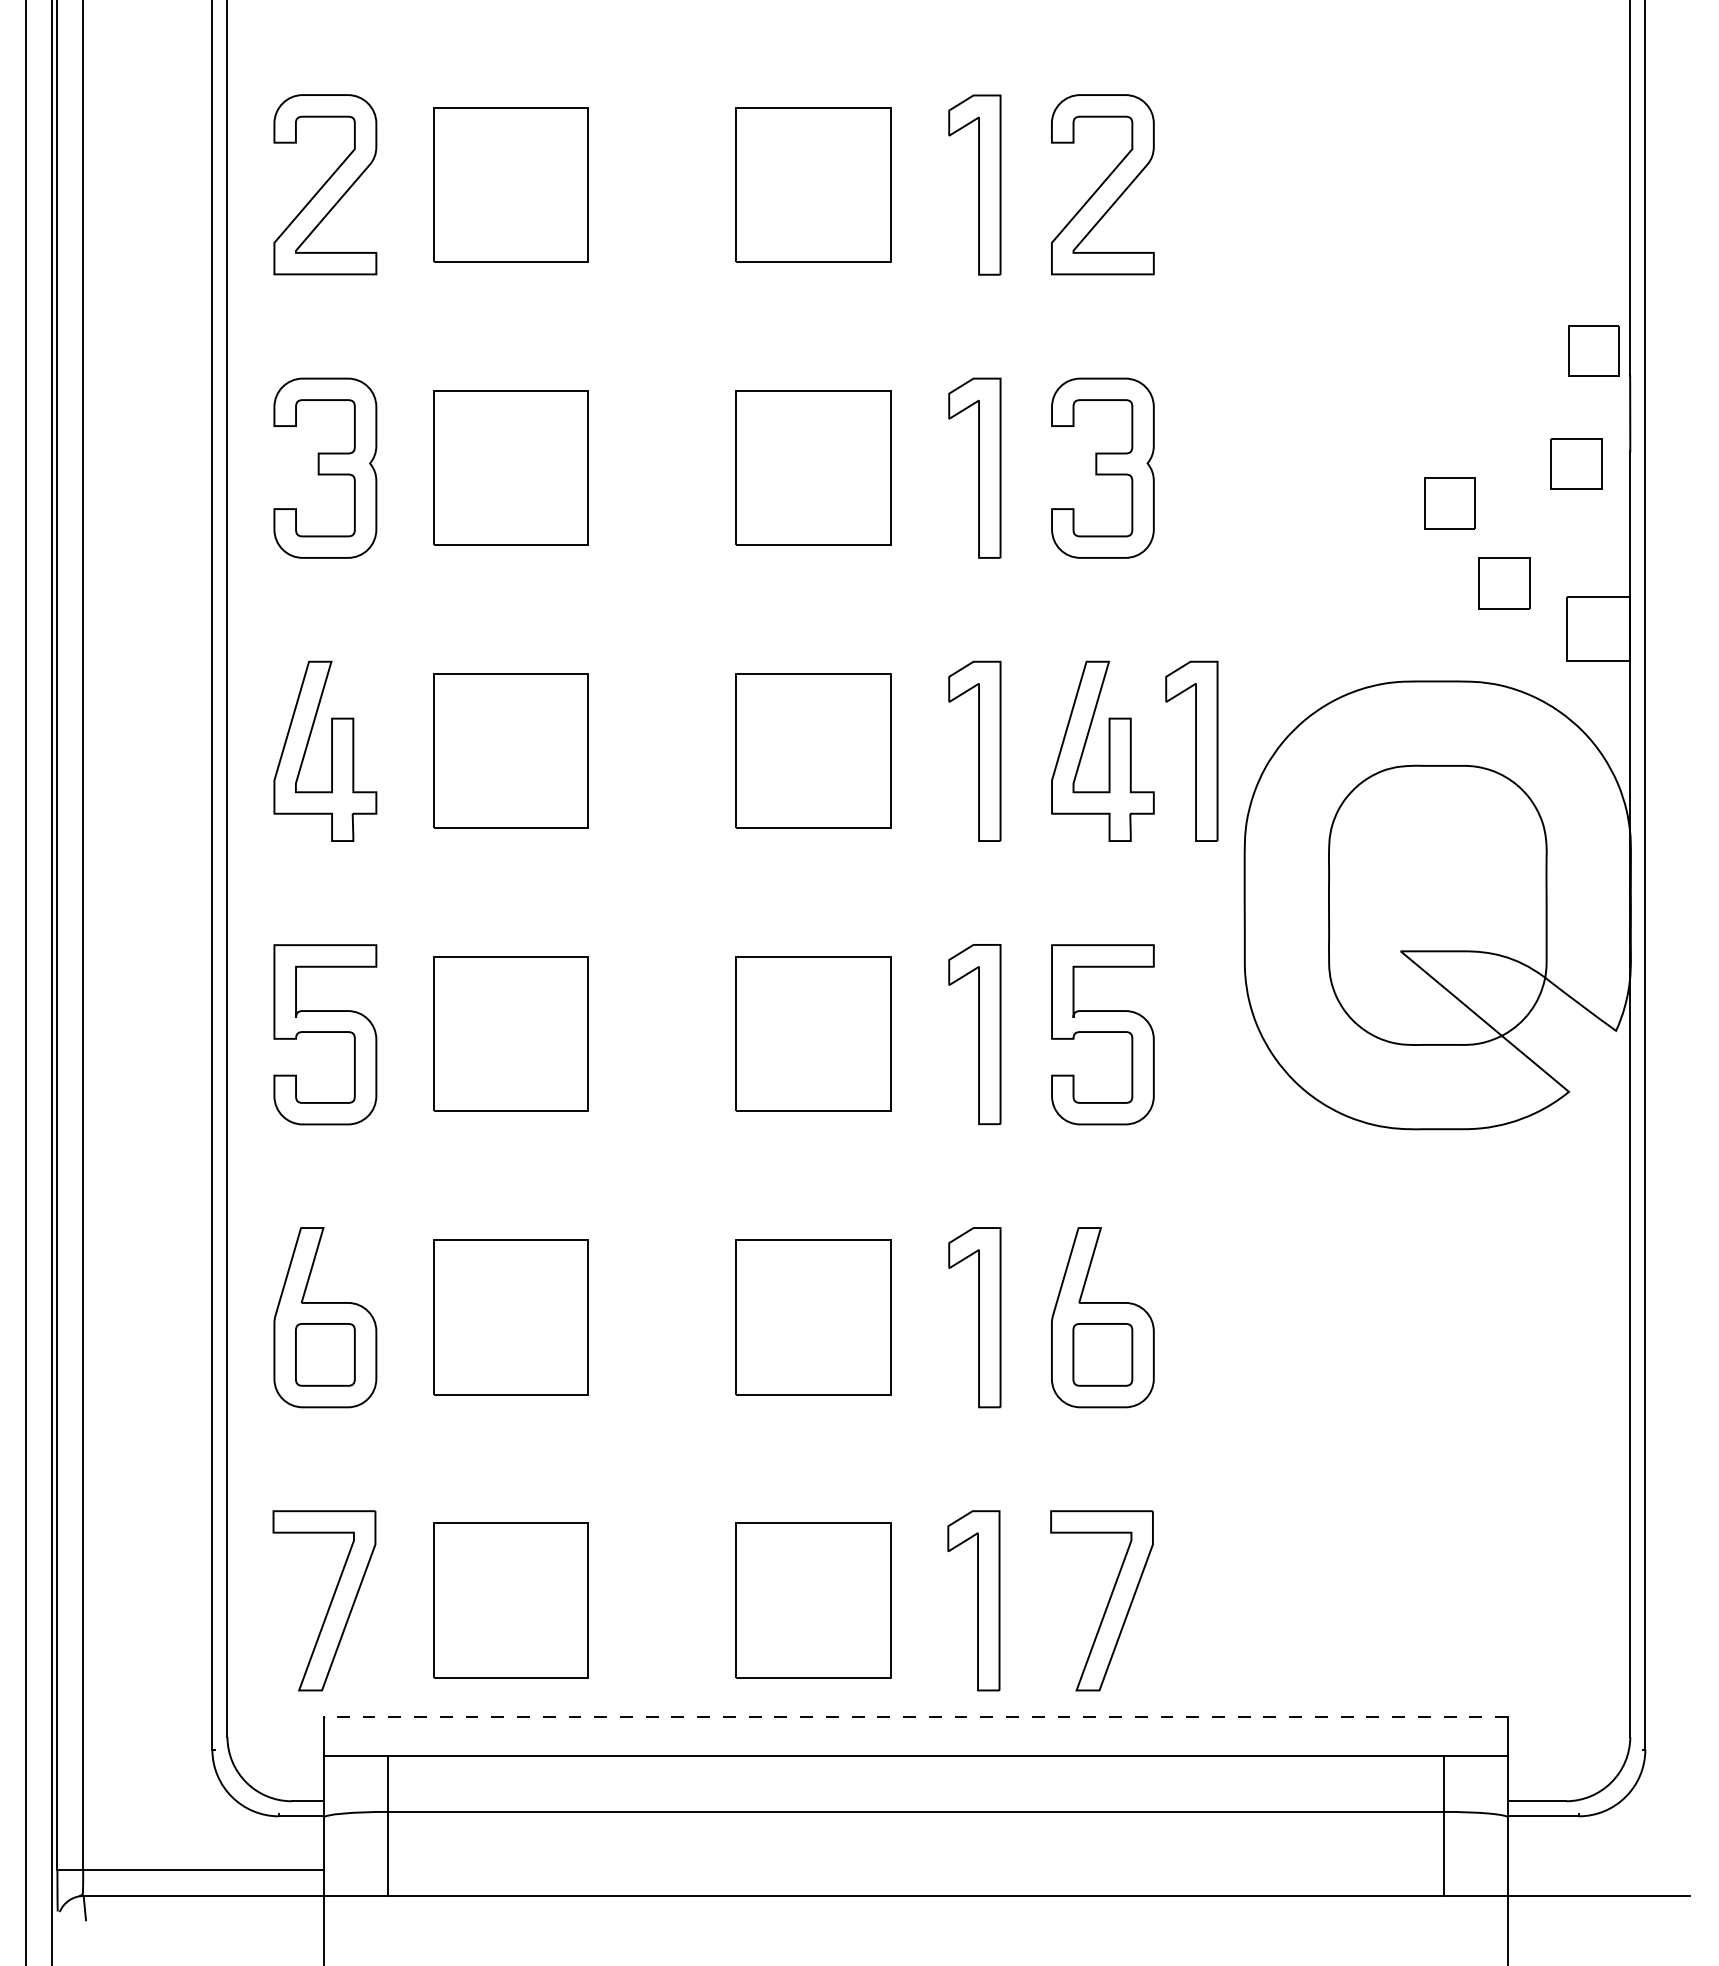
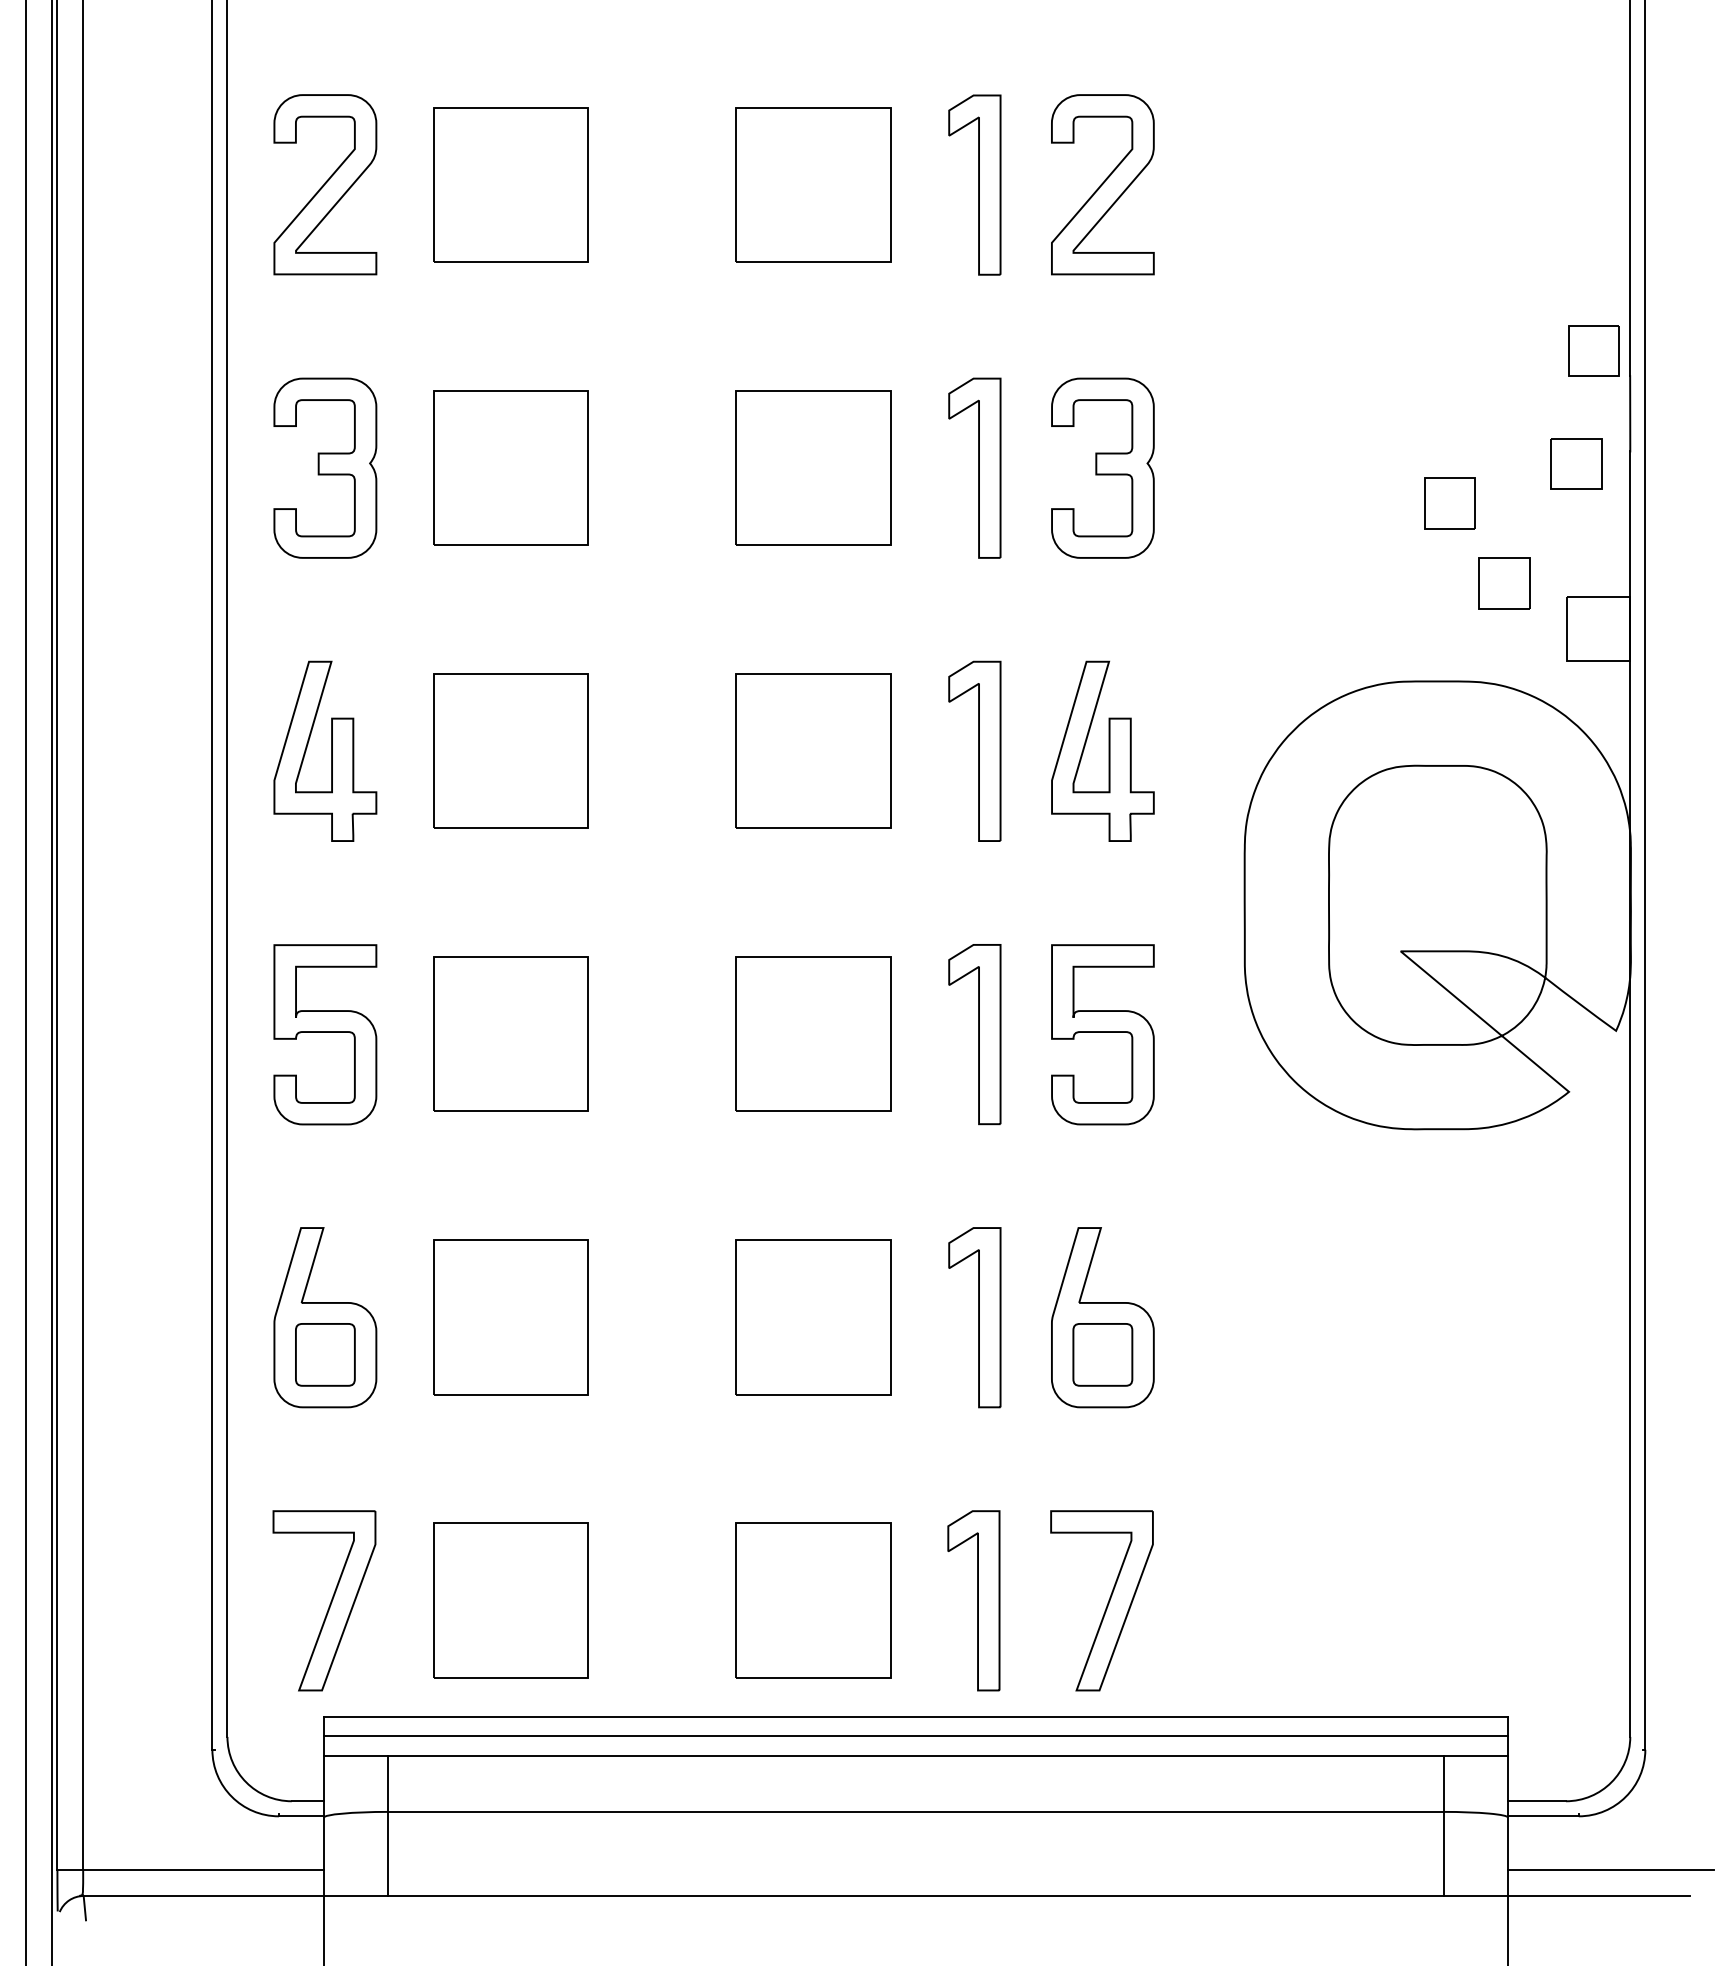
part at (1191, 750): present -> none
line at (915, 1717): dashed -> solid
line at (915, 1736): none -> present
line at (1610, 1870): none -> present
